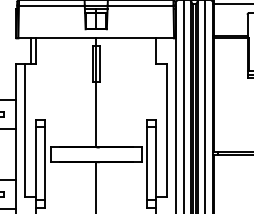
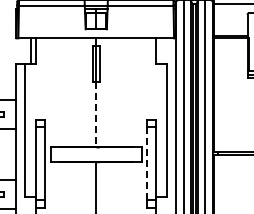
line at (96, 114): solid -> dashed
line at (147, 163): solid -> dashed
